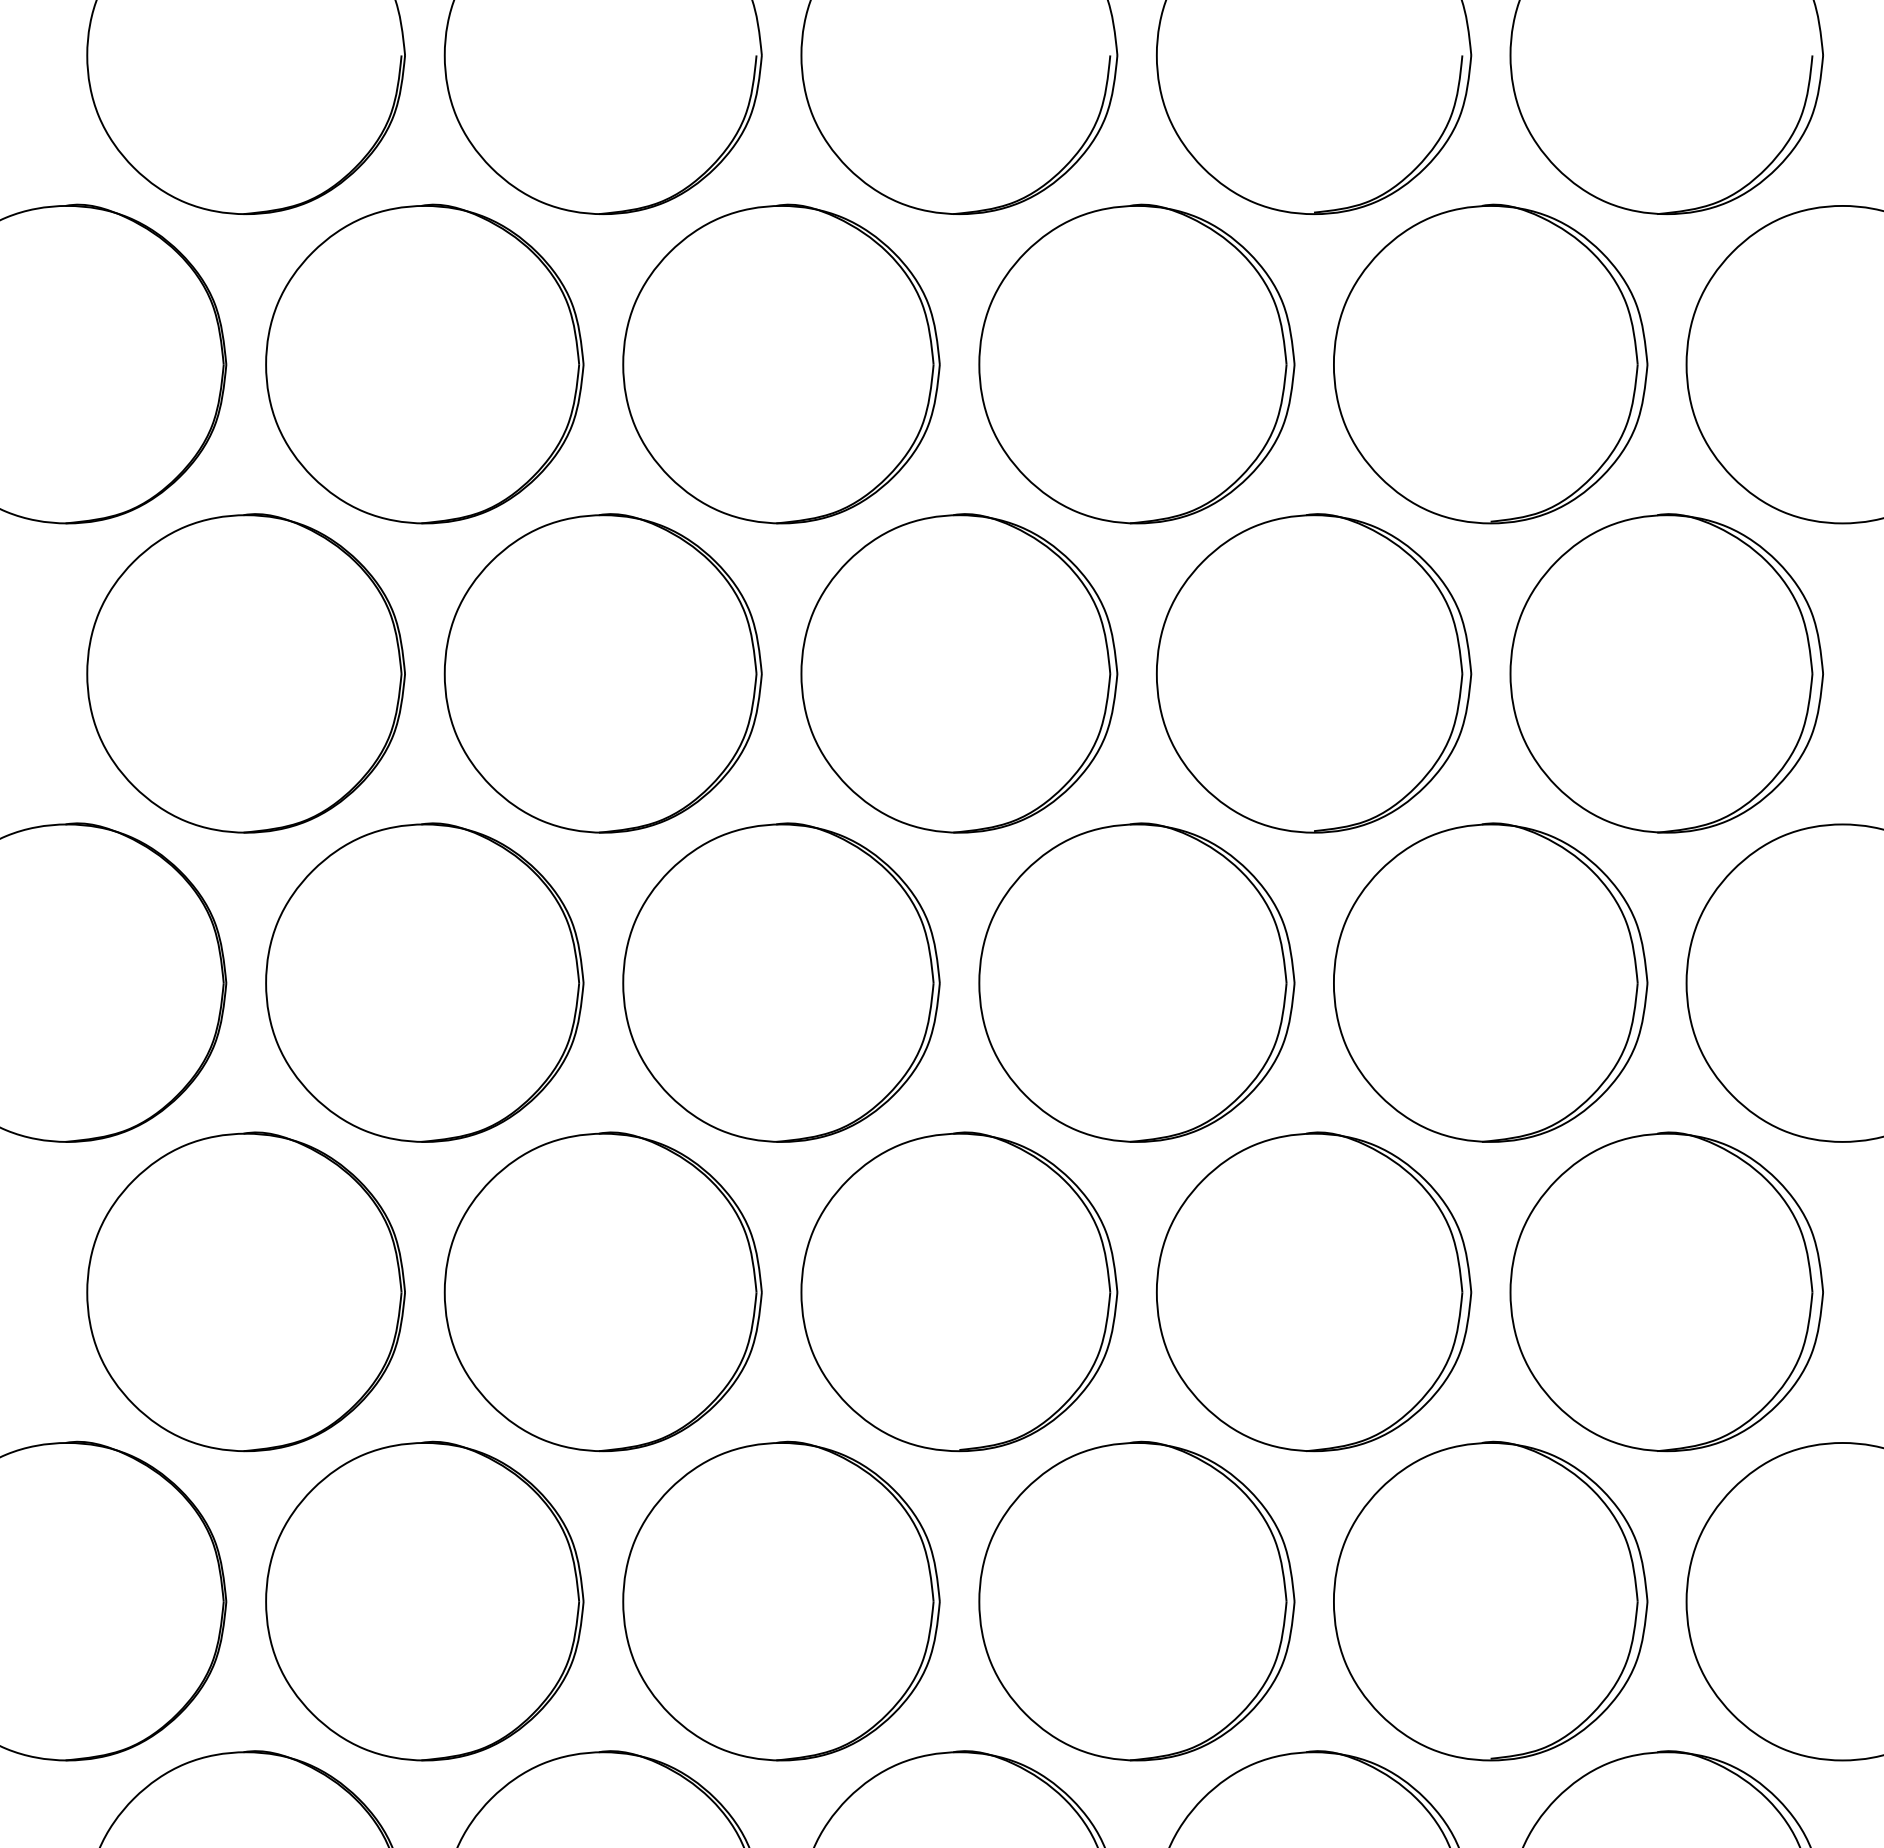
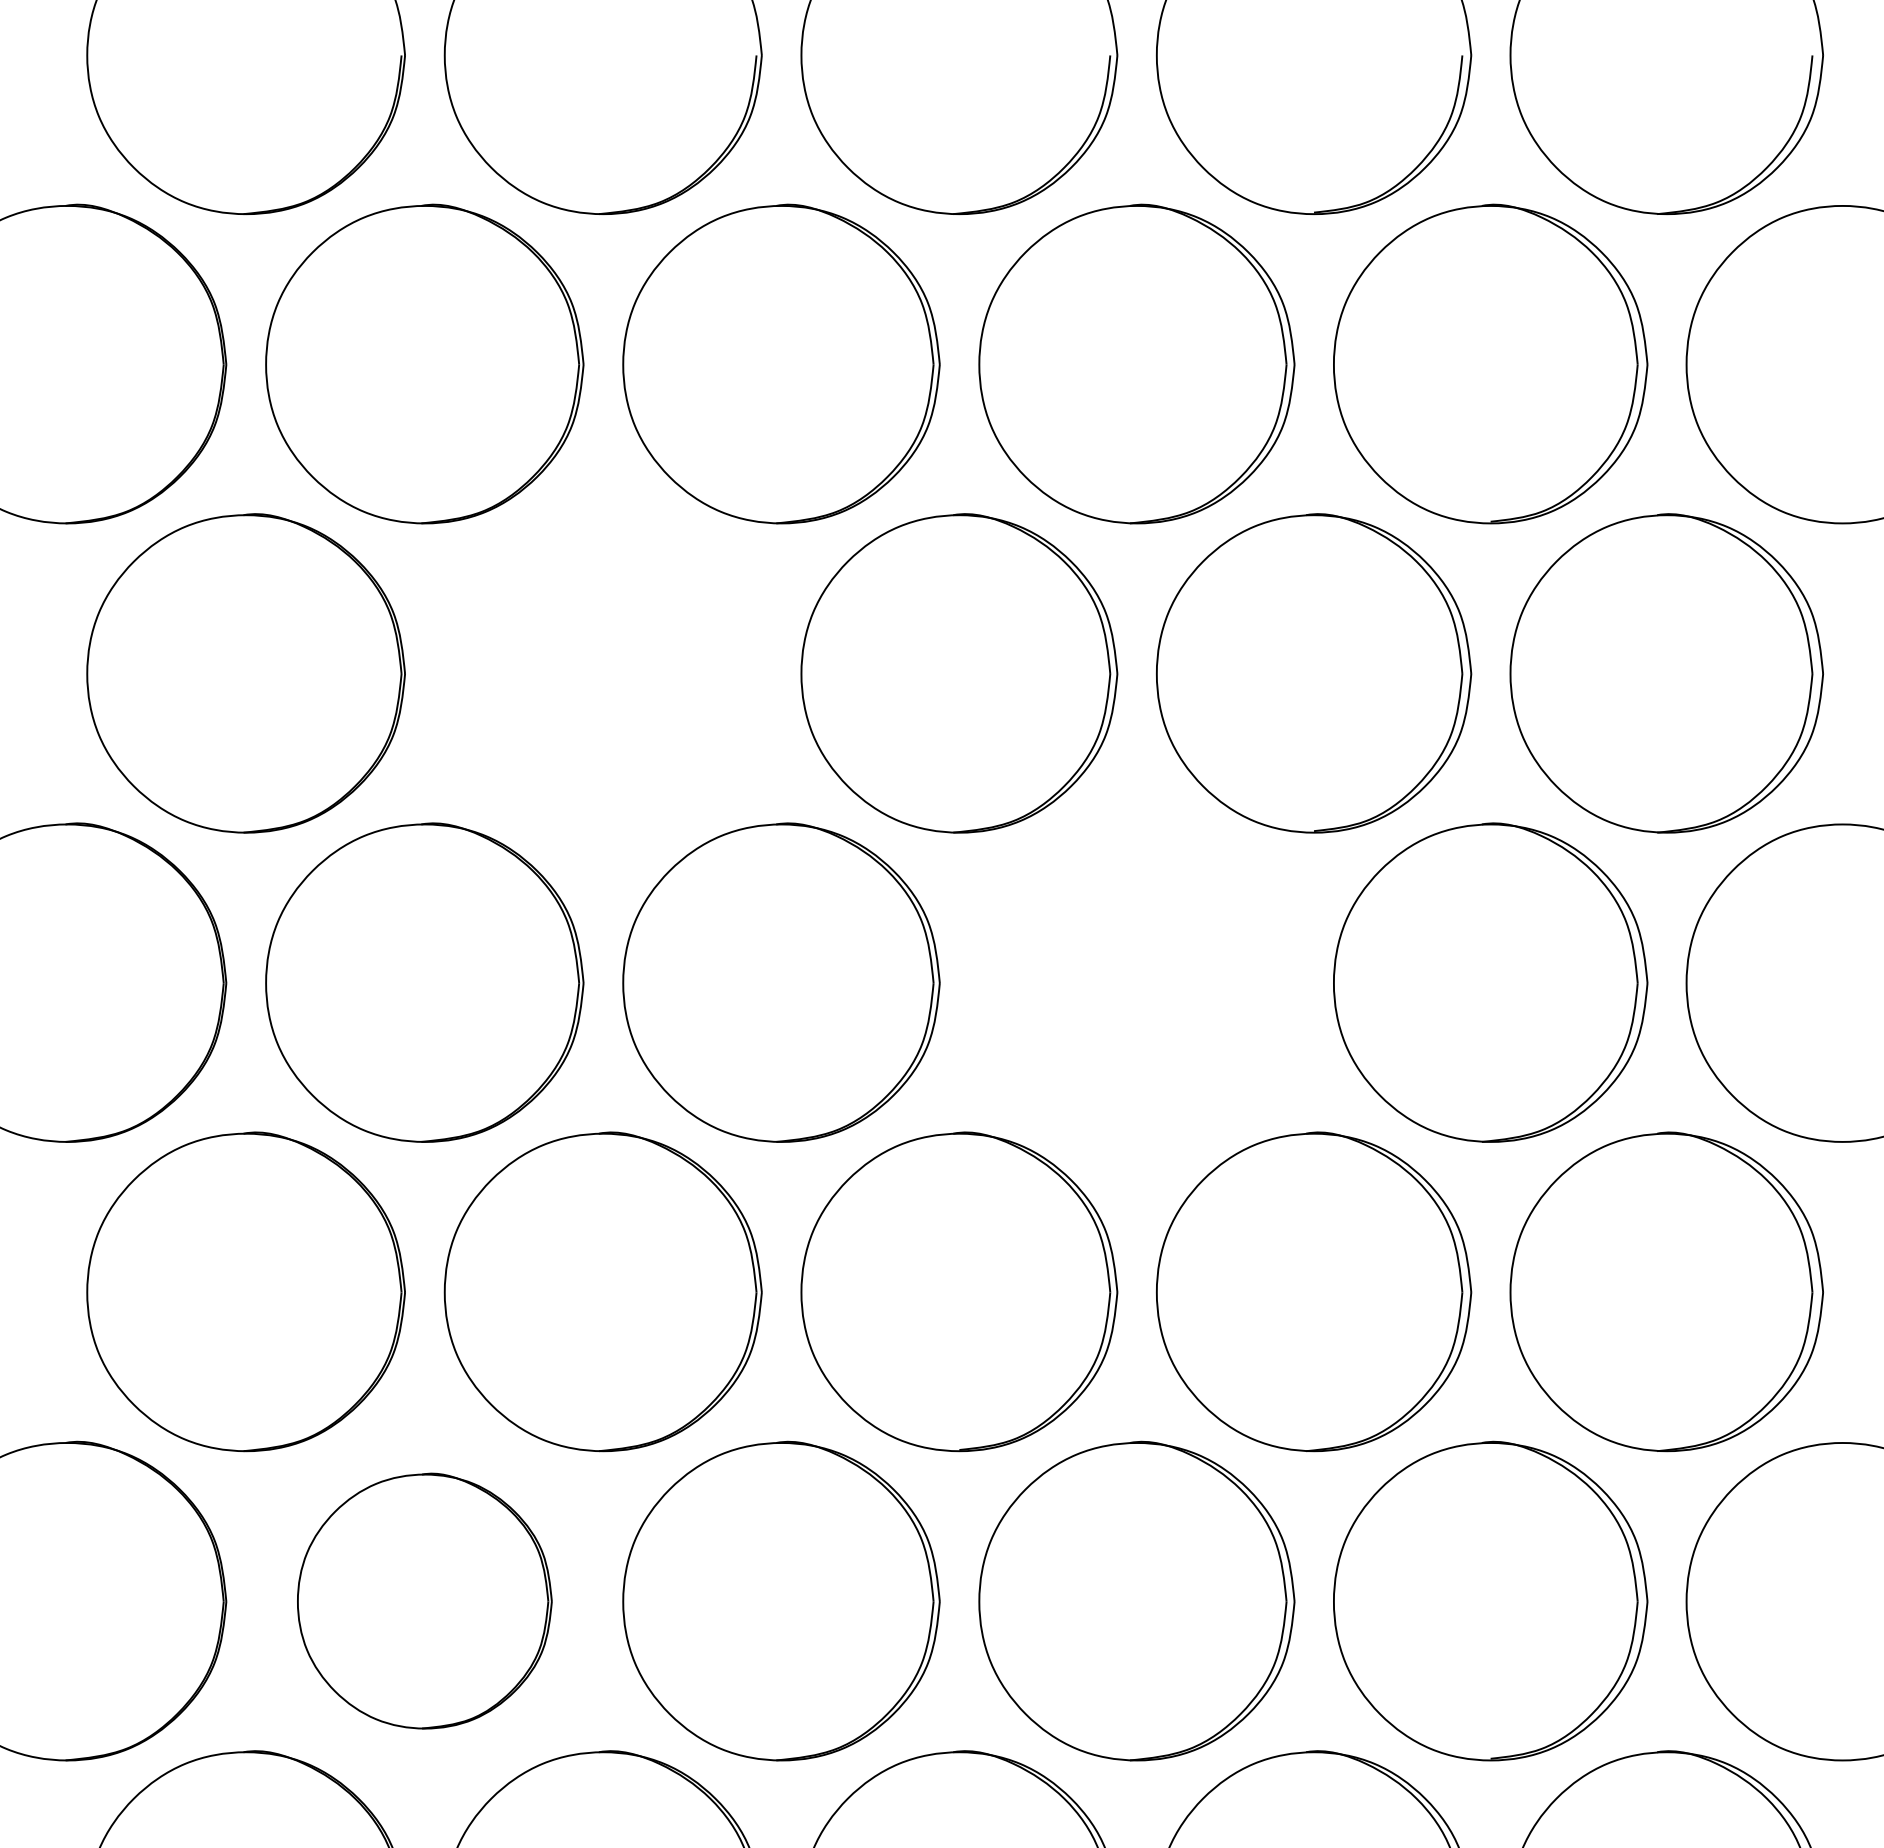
part at (602, 673): present -> none
part at (1136, 982): present -> none
part at (424, 1600) size: 320x322 px -> 256x258 px
